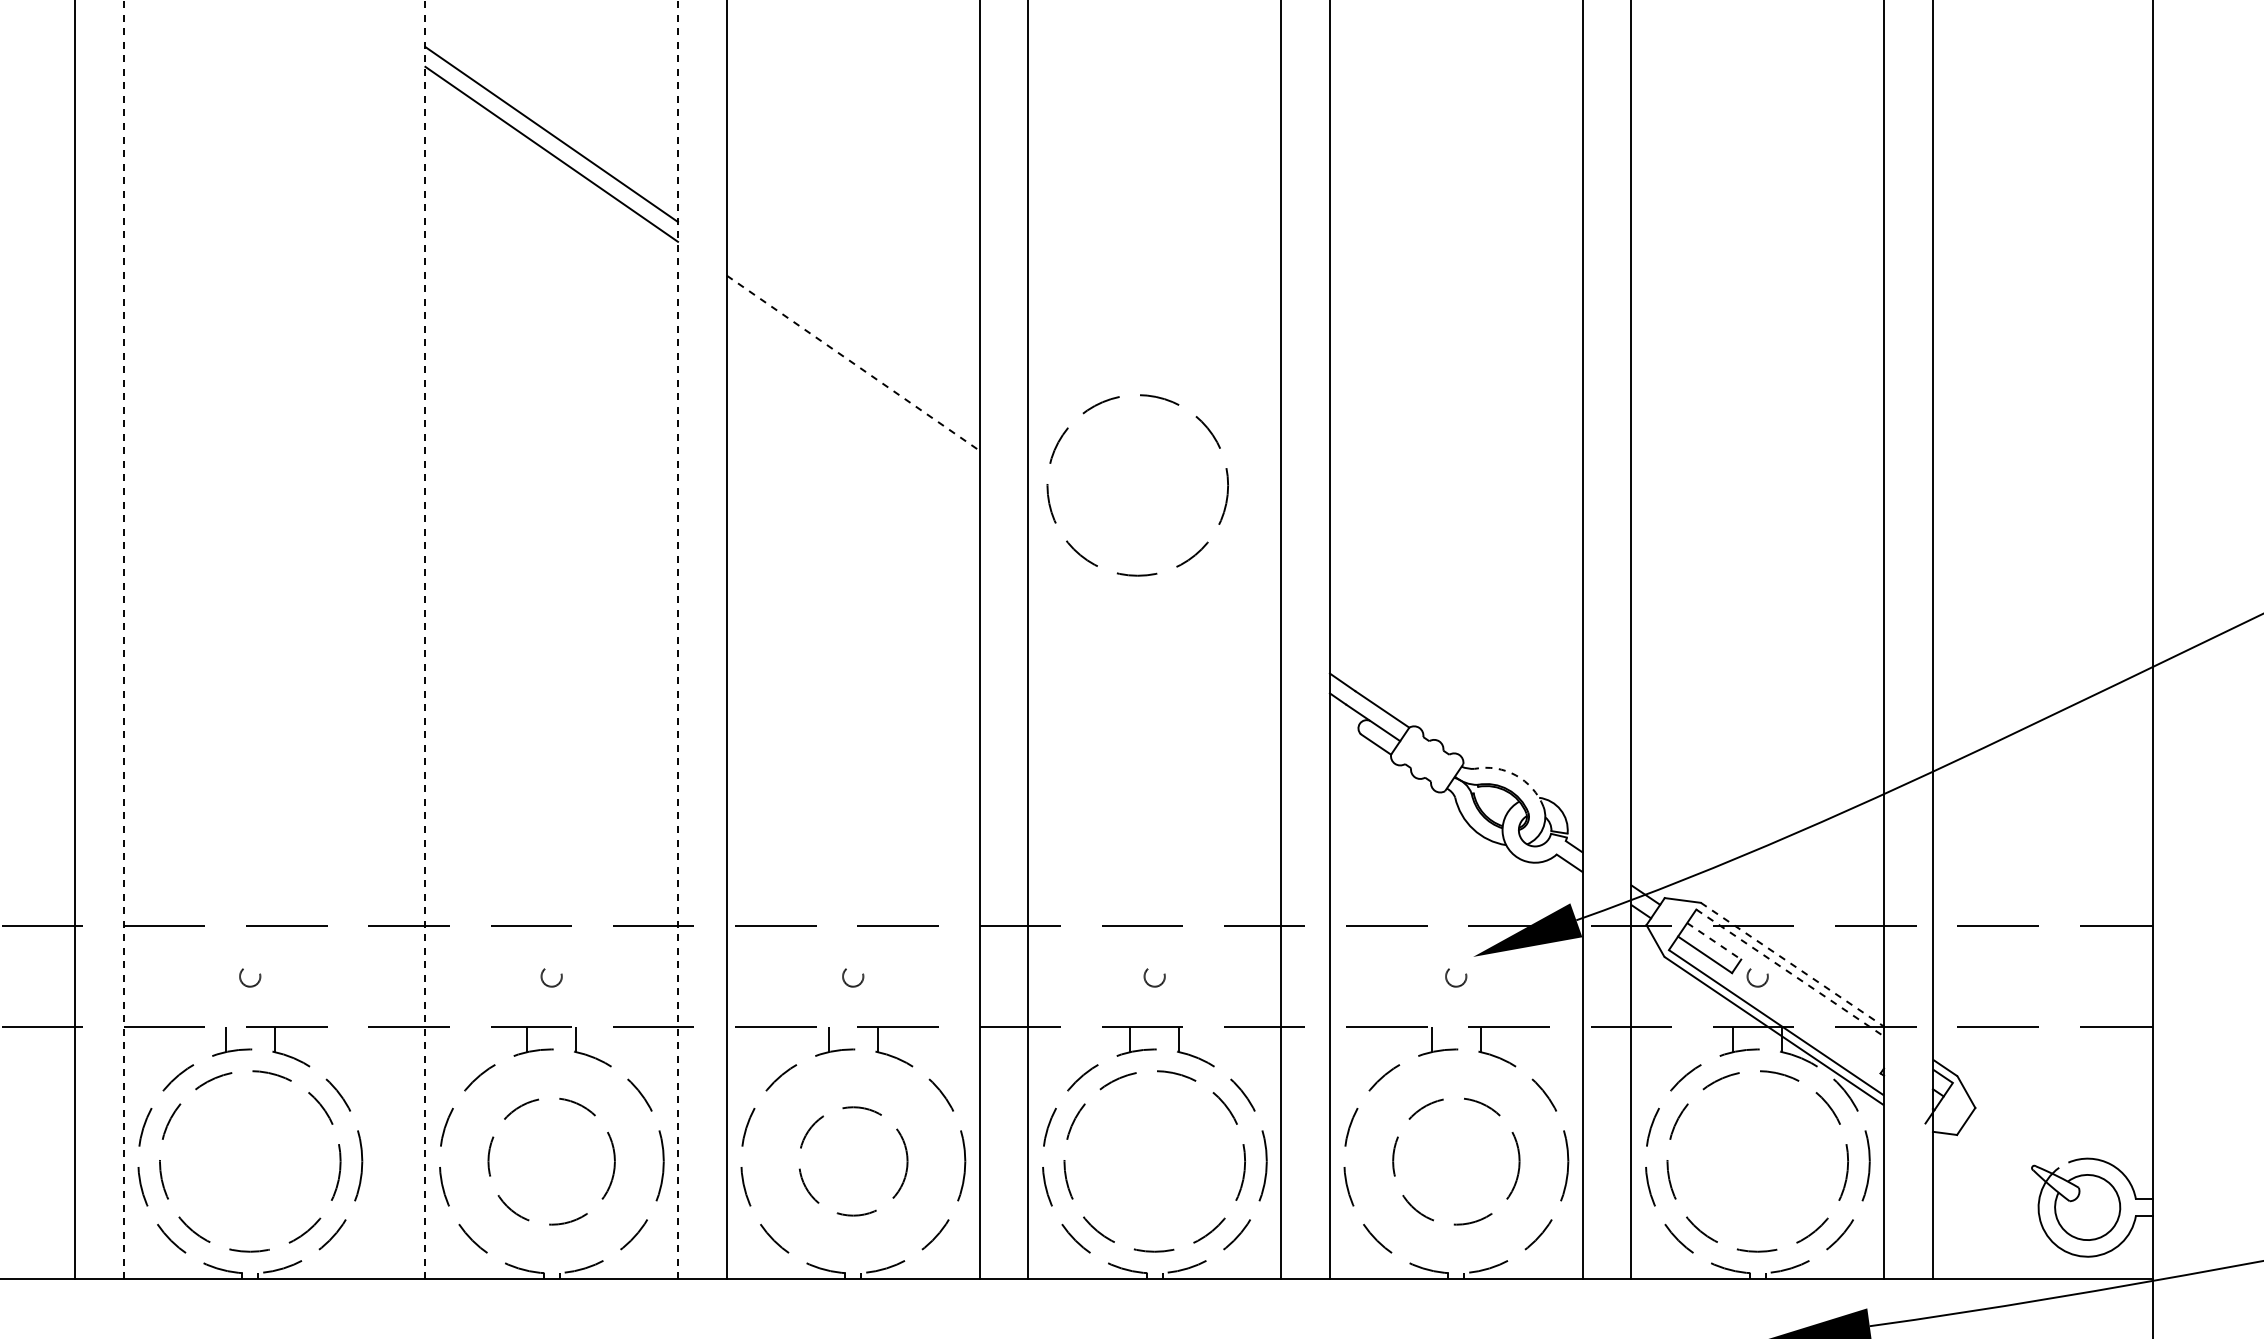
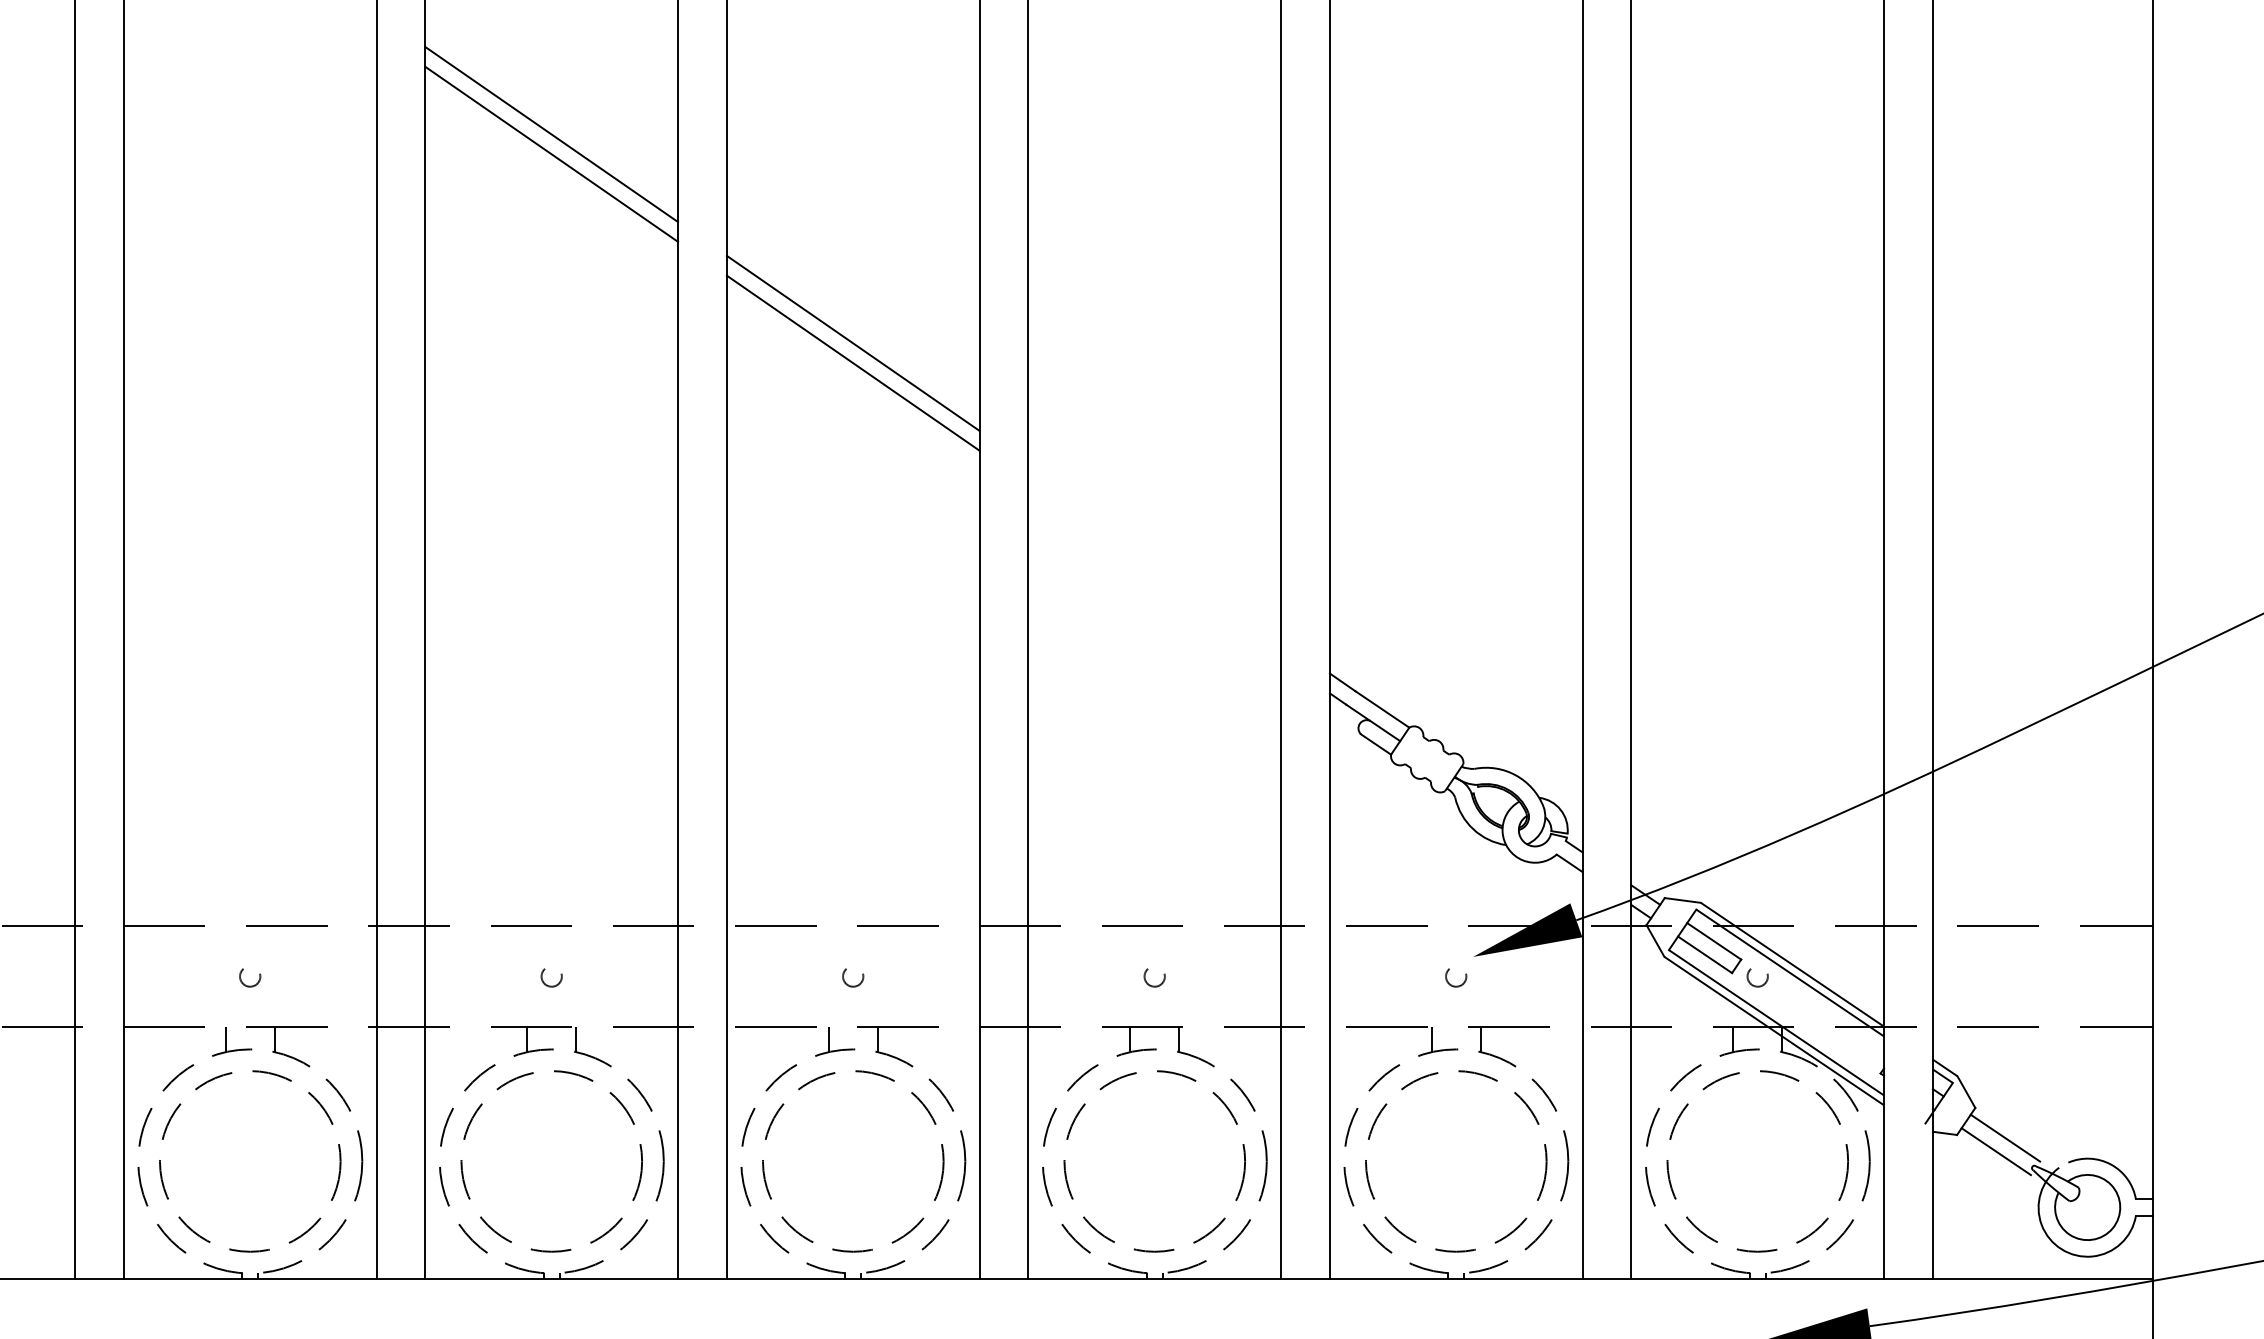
line at (852, 342): none -> present
line at (853, 363): dashed -> solid
circle at (1137, 485): present -> none
line at (123, 639): dashed -> solid
line at (425, 639): dashed -> solid
line at (678, 639): dashed -> solid
line at (376, 640): none -> present
arc at (1515, 775): dashed -> solid
line at (1714, 941): dashed -> solid
line at (1792, 964): dashed -> solid
line at (1790, 973): dashed -> solid
line at (2005, 1137): none -> present
line at (1995, 1151): none -> present
circle at (551, 1161) size: 129x128 px -> 183x183 px
circle at (853, 1161) size: 111x111 px -> 183x183 px
circle at (1456, 1161) size: 129x129 px -> 183x183 px
